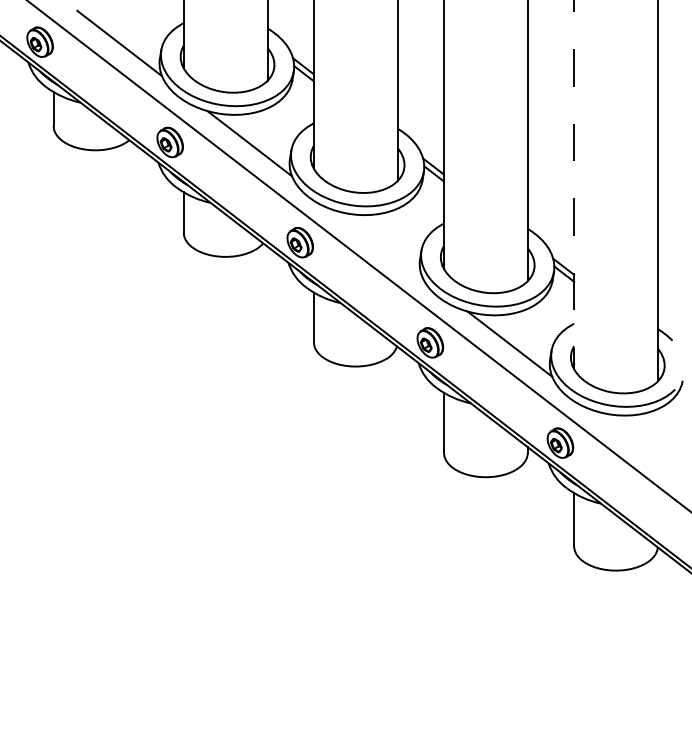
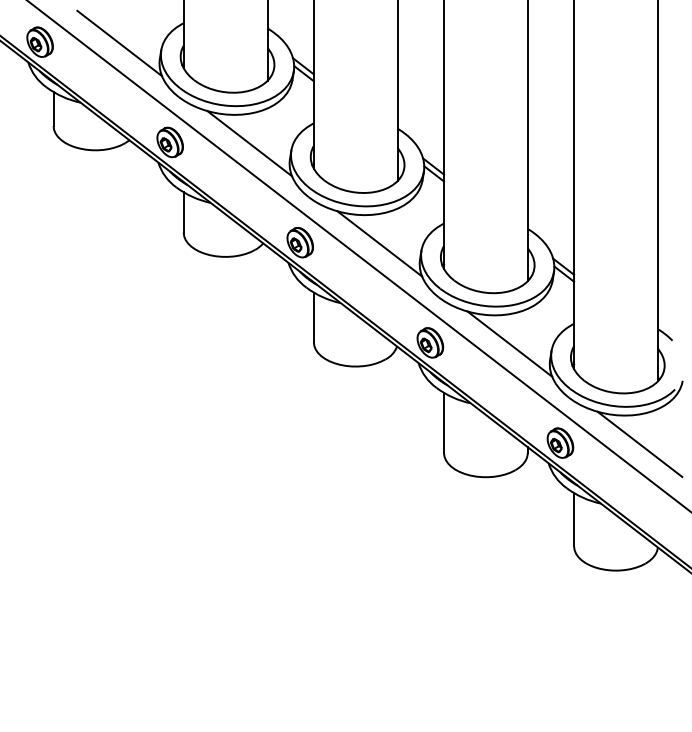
line at (574, 185): dashed -> solid
line at (379, 243): none -> present
line at (639, 443): none -> present
